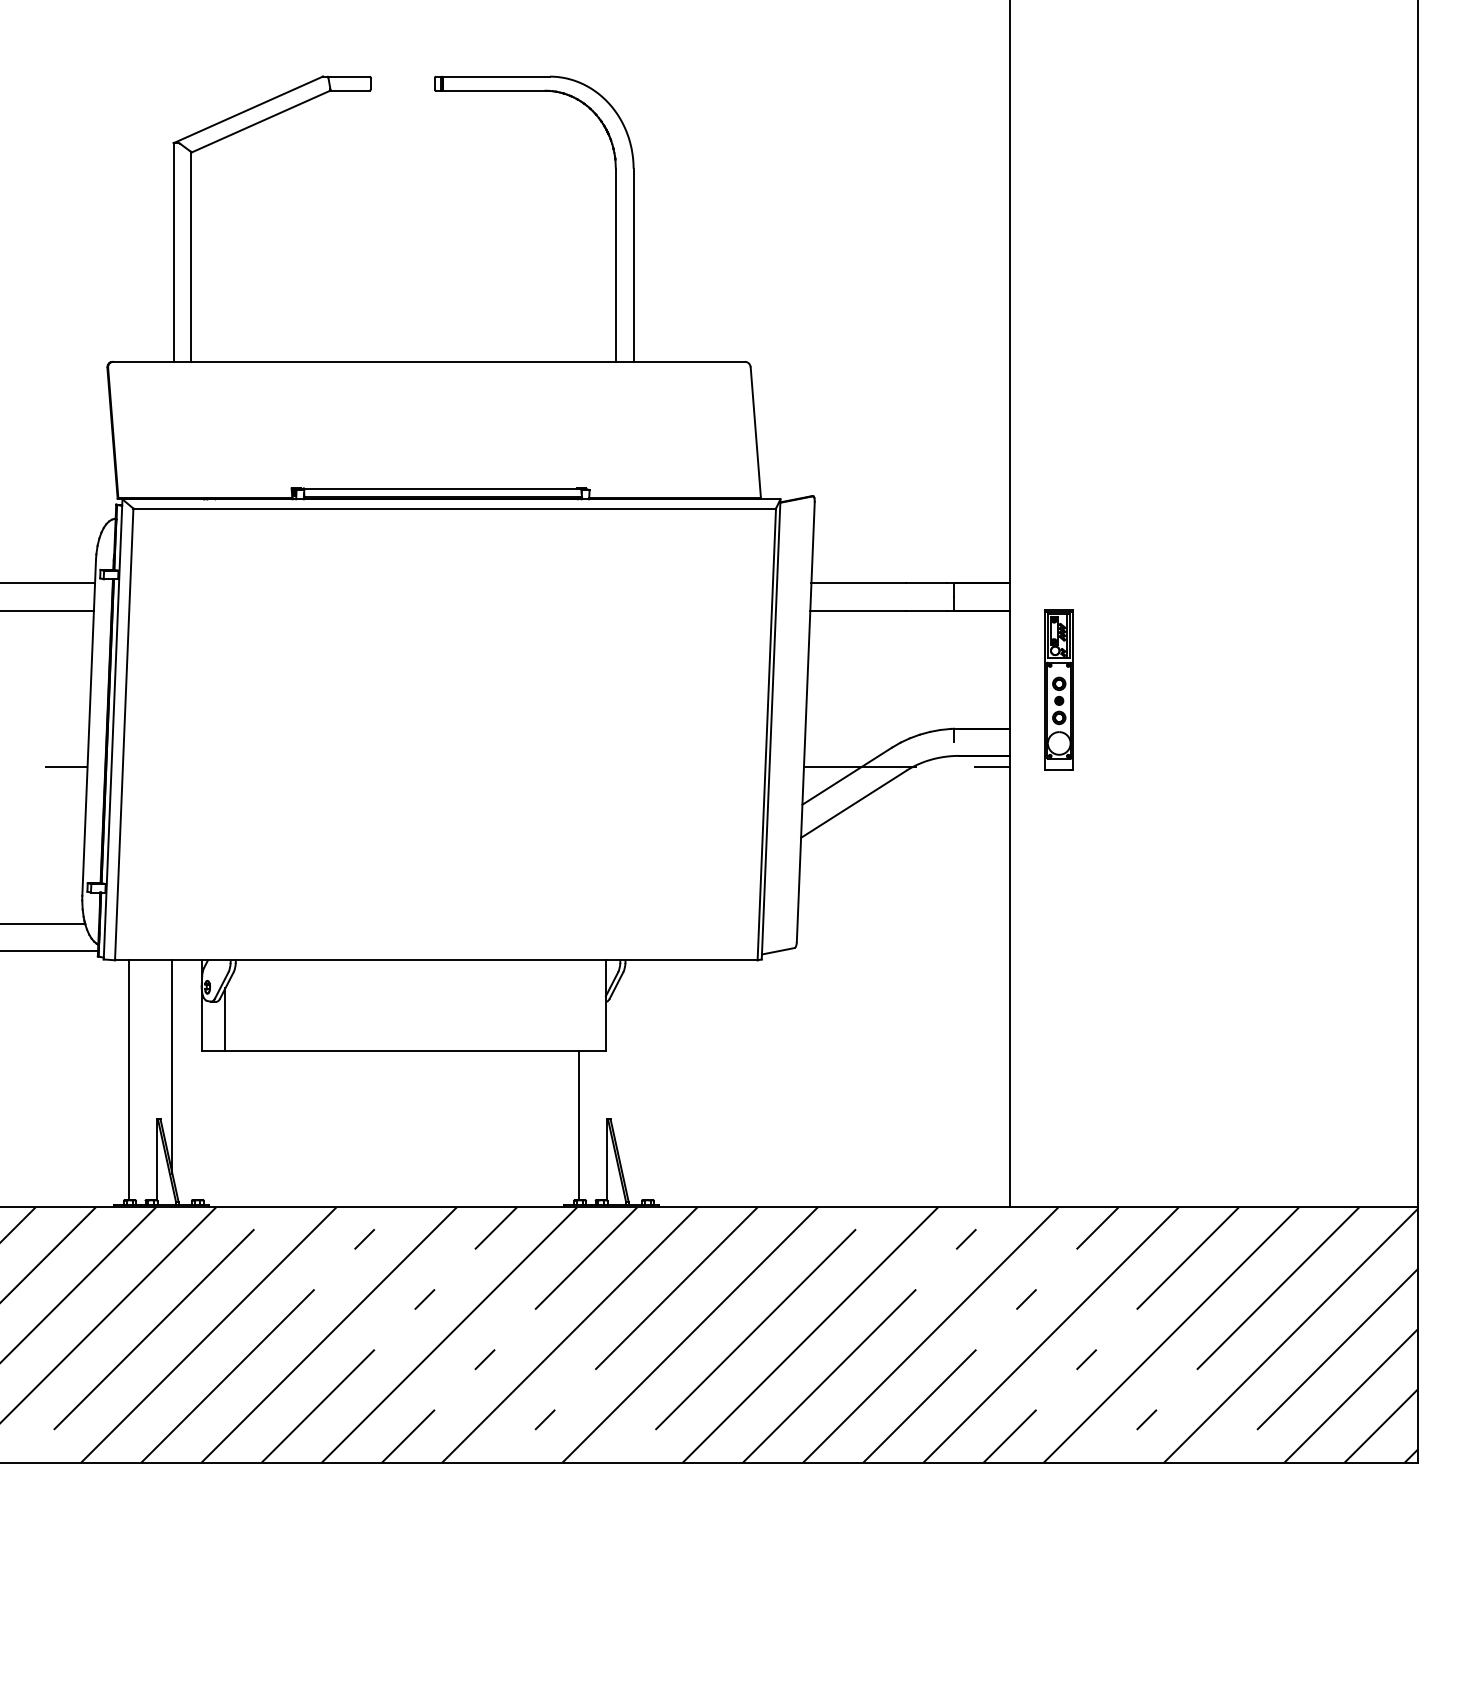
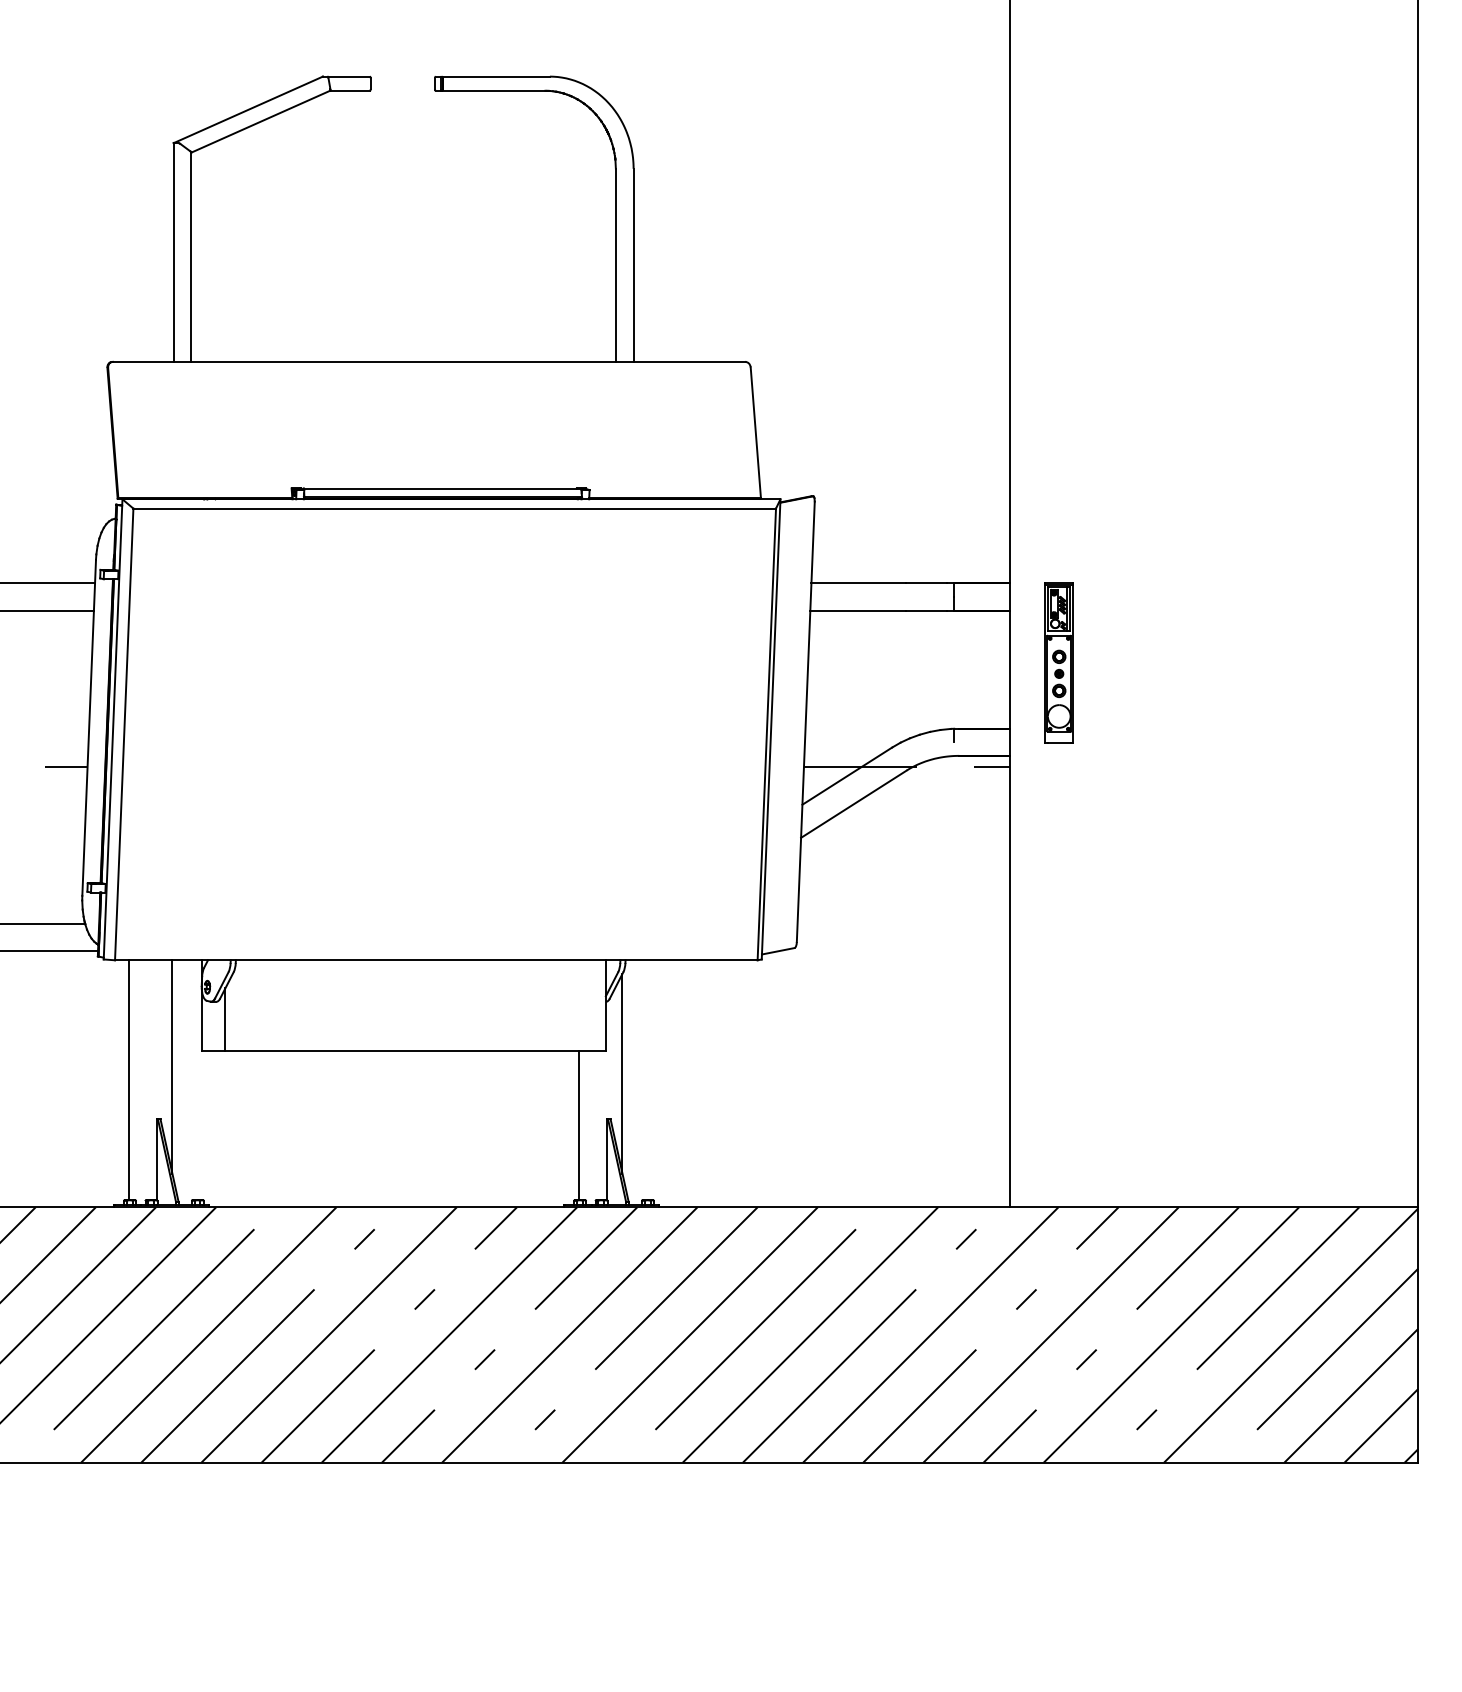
part at (1058, 689) position: (1058, 689) -> (1058, 662)
line at (622, 1073): none -> present
